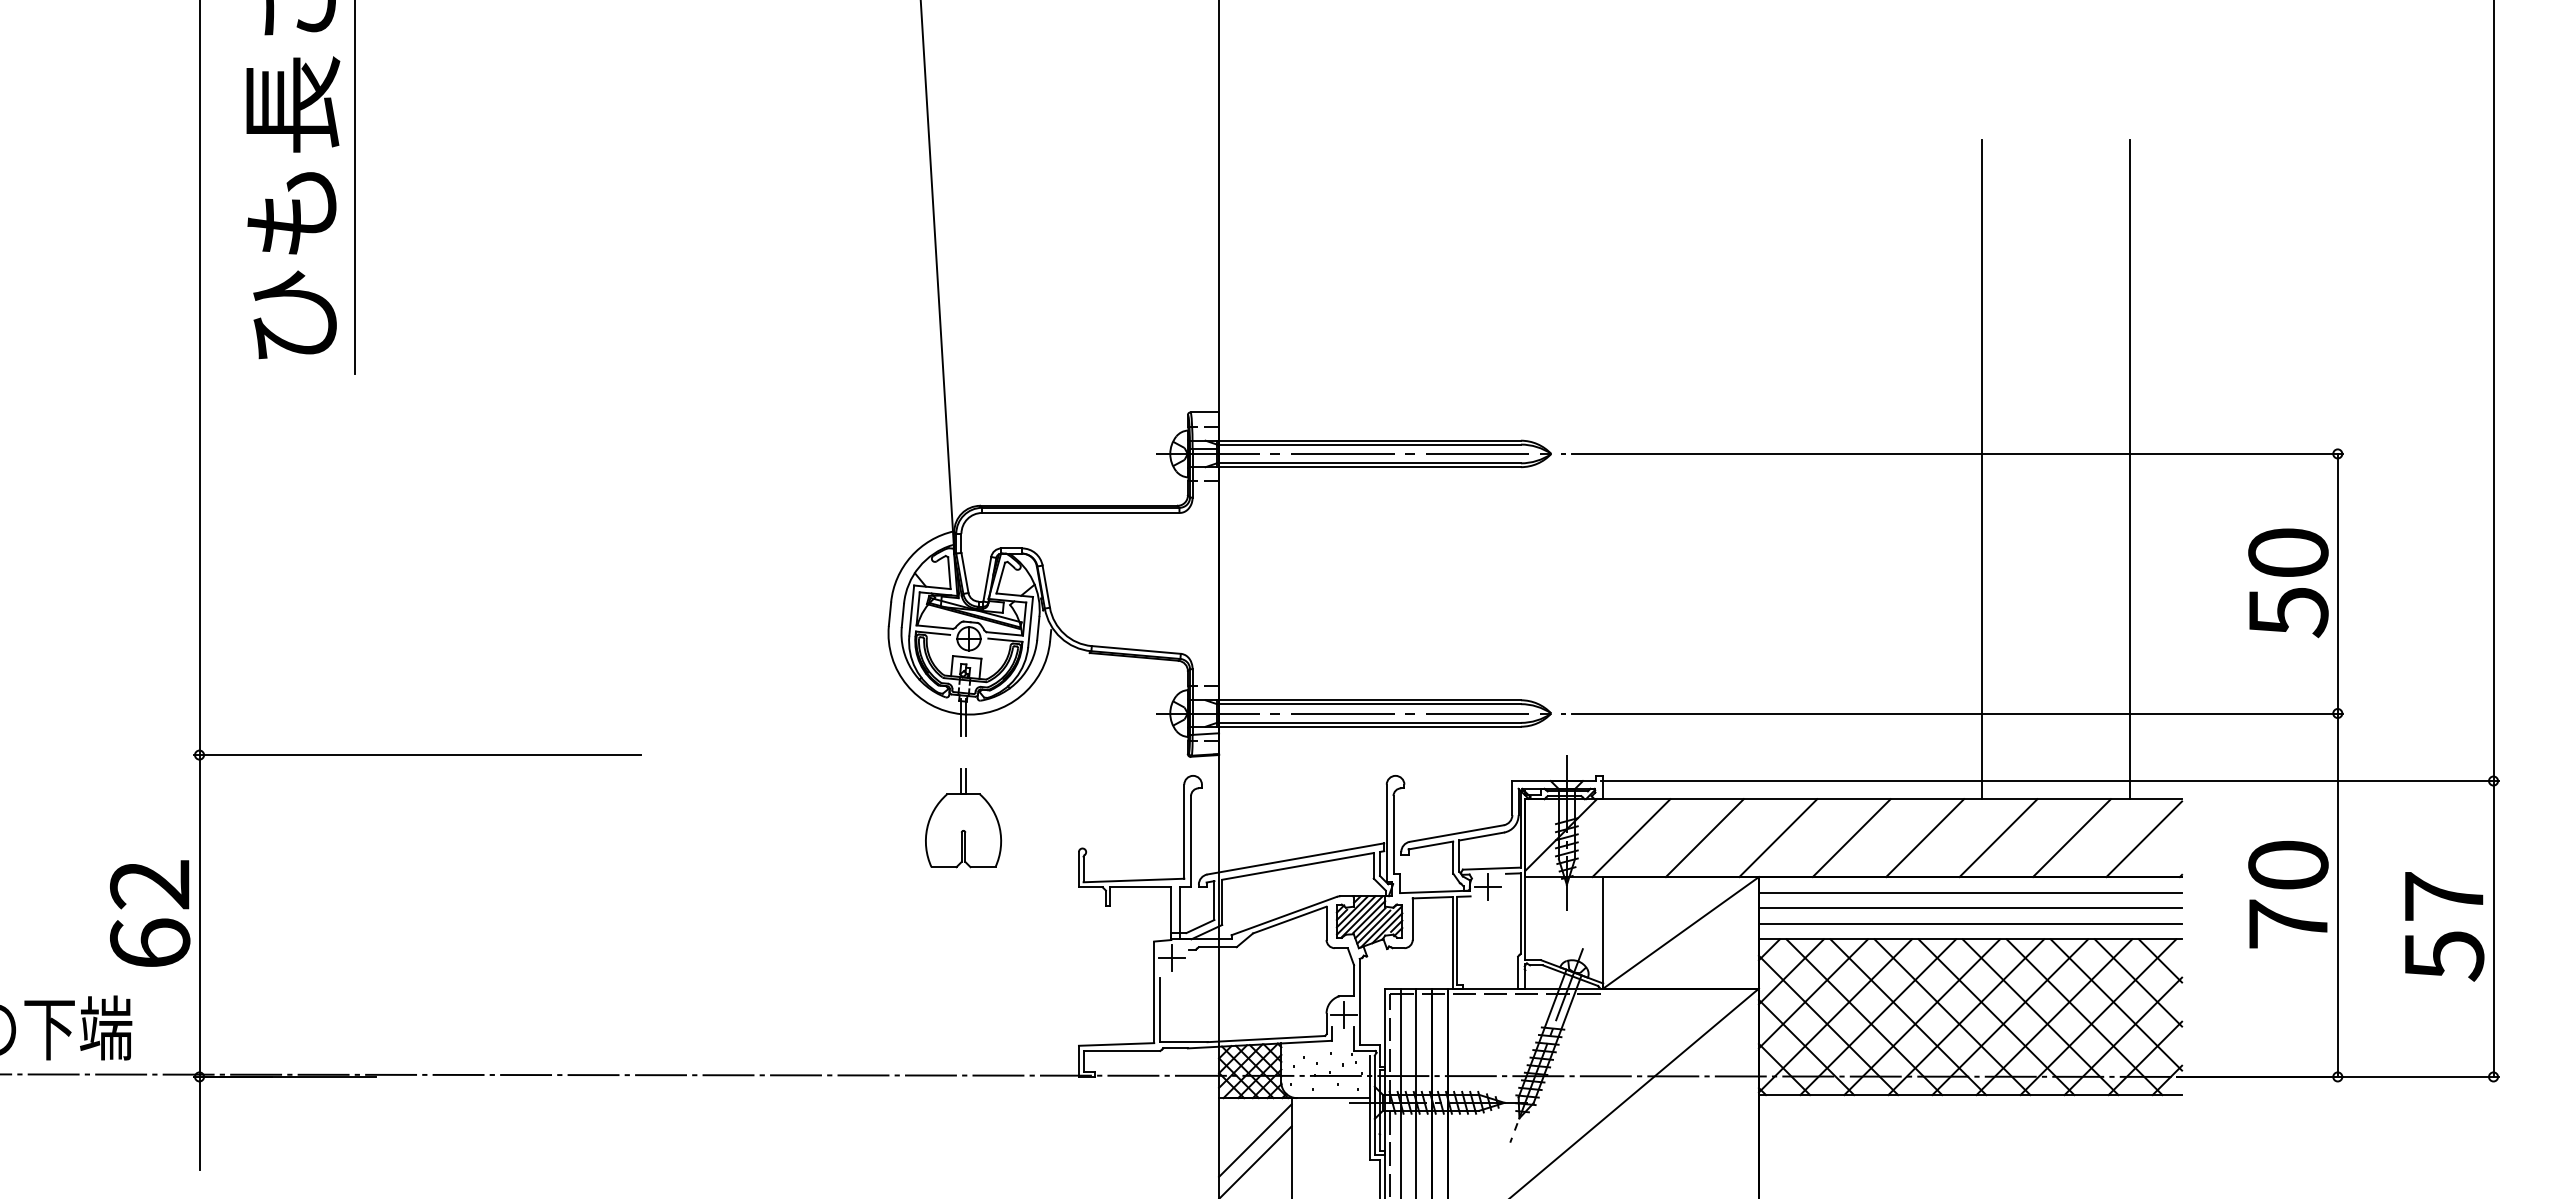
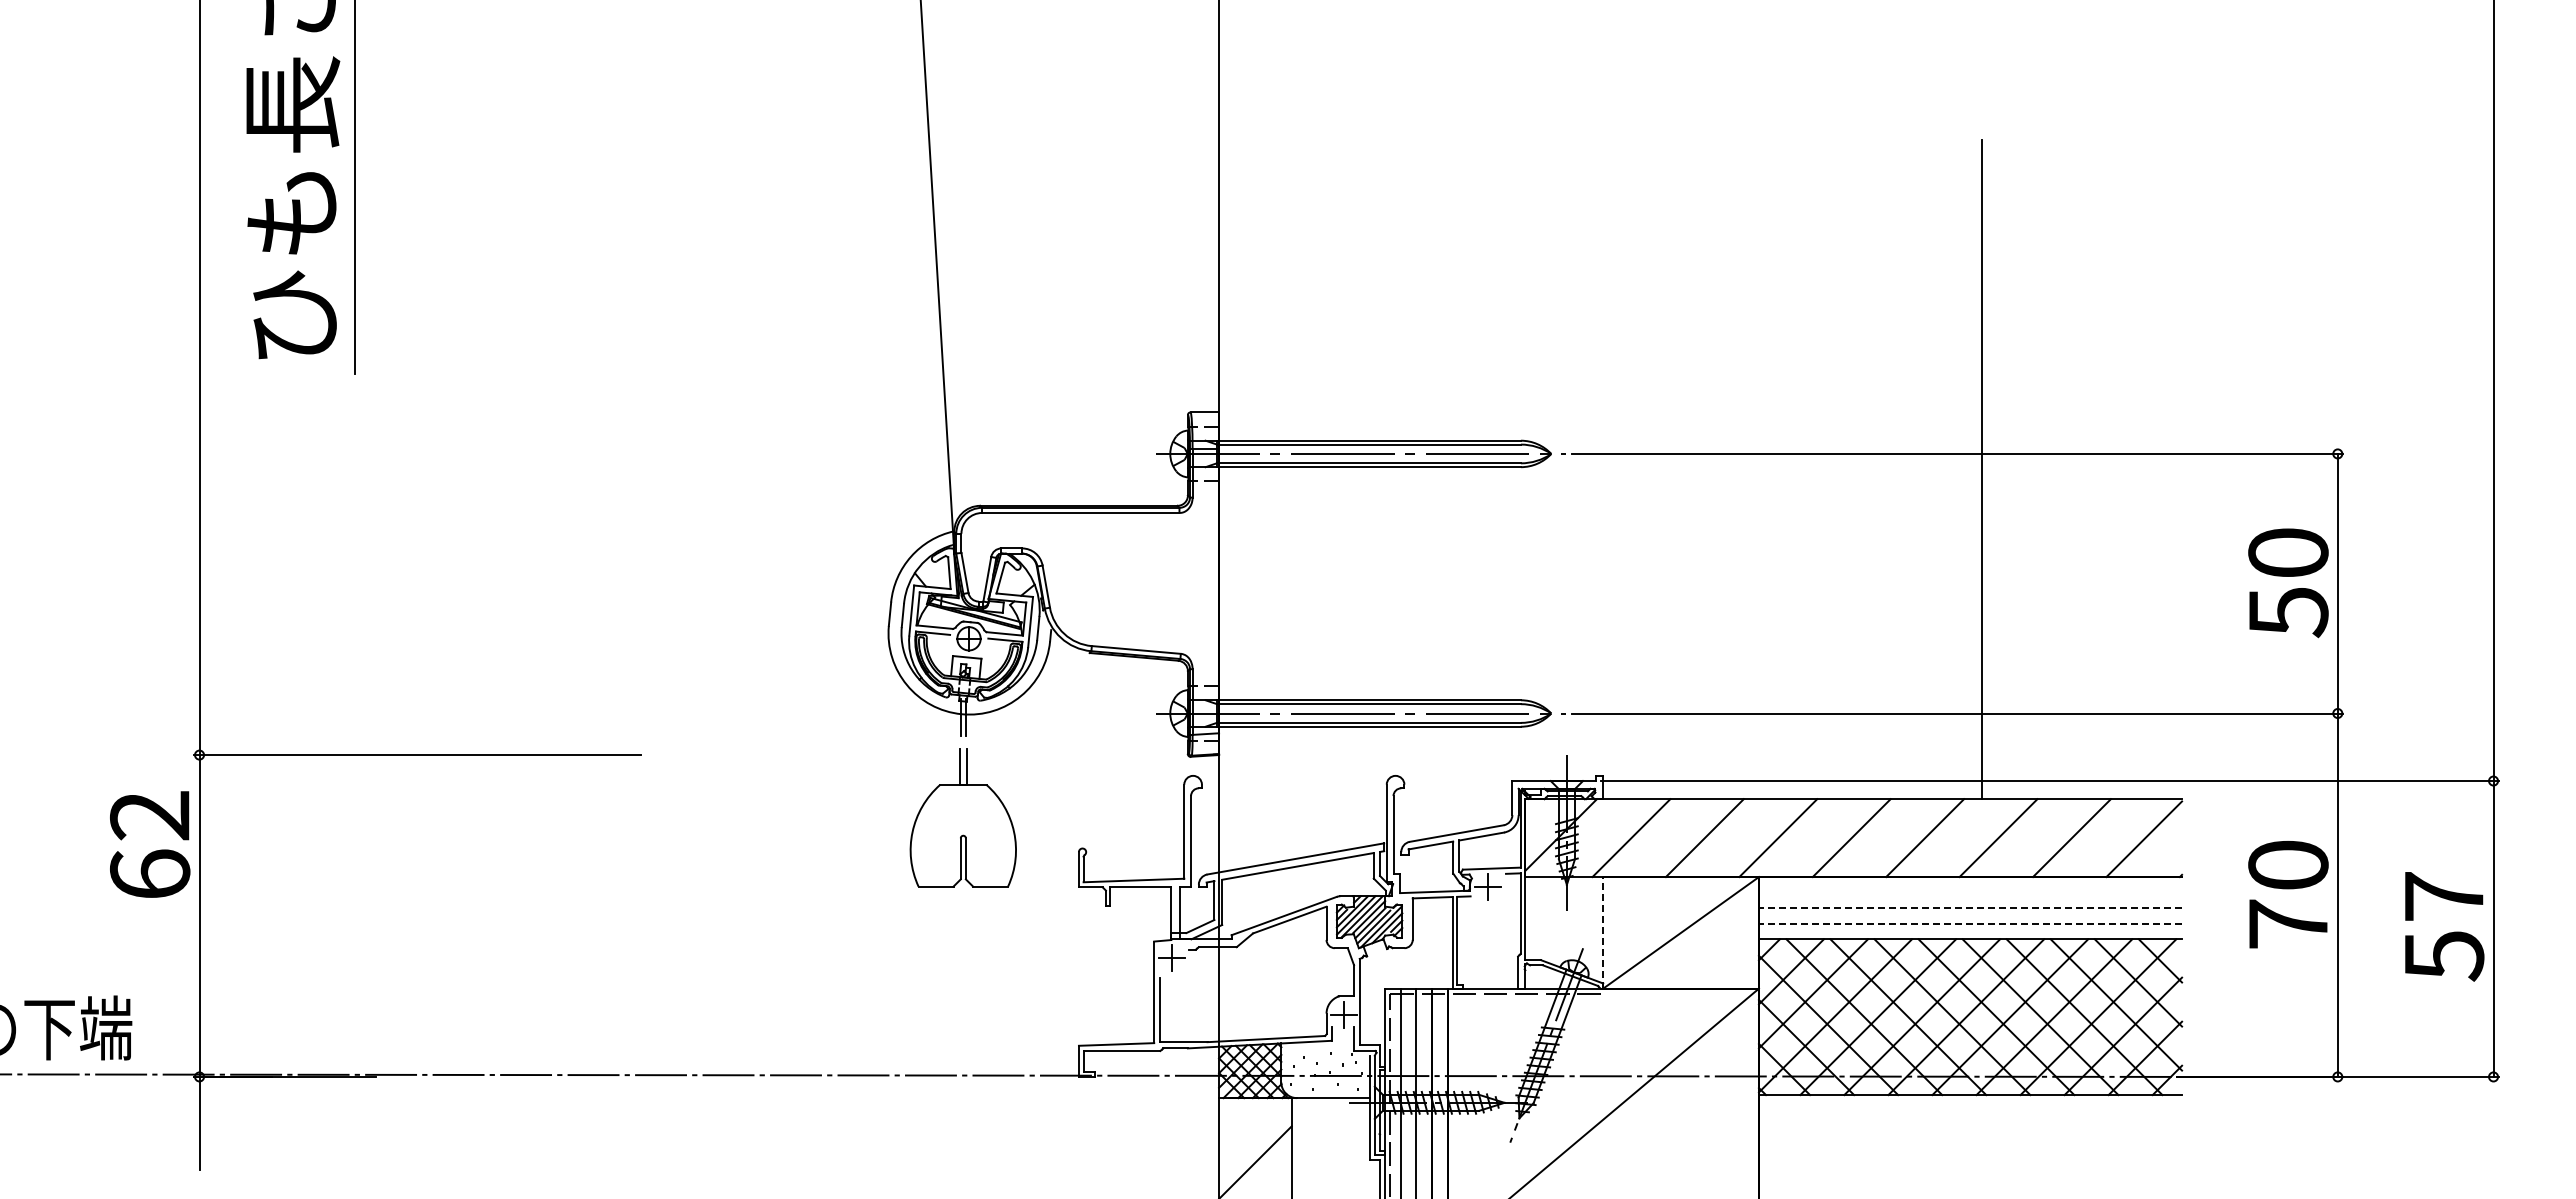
line at (2130, 469): present -> none
part at (963, 818) size: 78x101 px -> 108x140 px
line at (1970, 892): present -> none
line at (1970, 908): solid -> dashed
text at (150, 913) position: (150, 913) -> (150, 844)
line at (1970, 923): solid -> dashed
line at (1603, 932): solid -> dashed
line at (1255, 1140): present -> none
